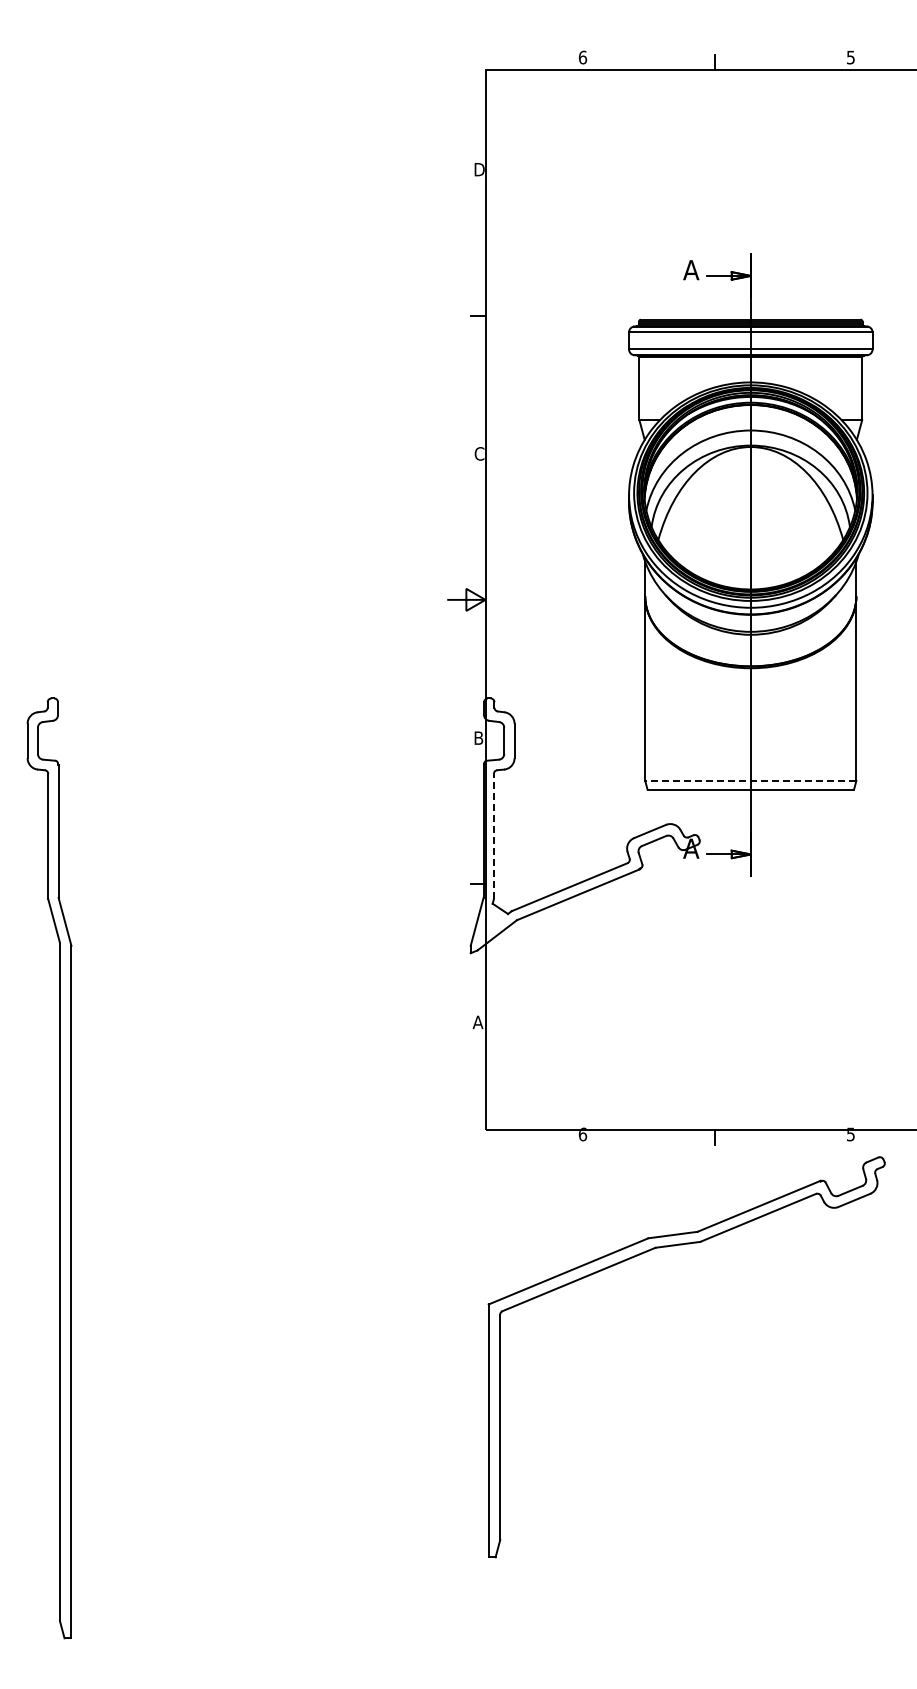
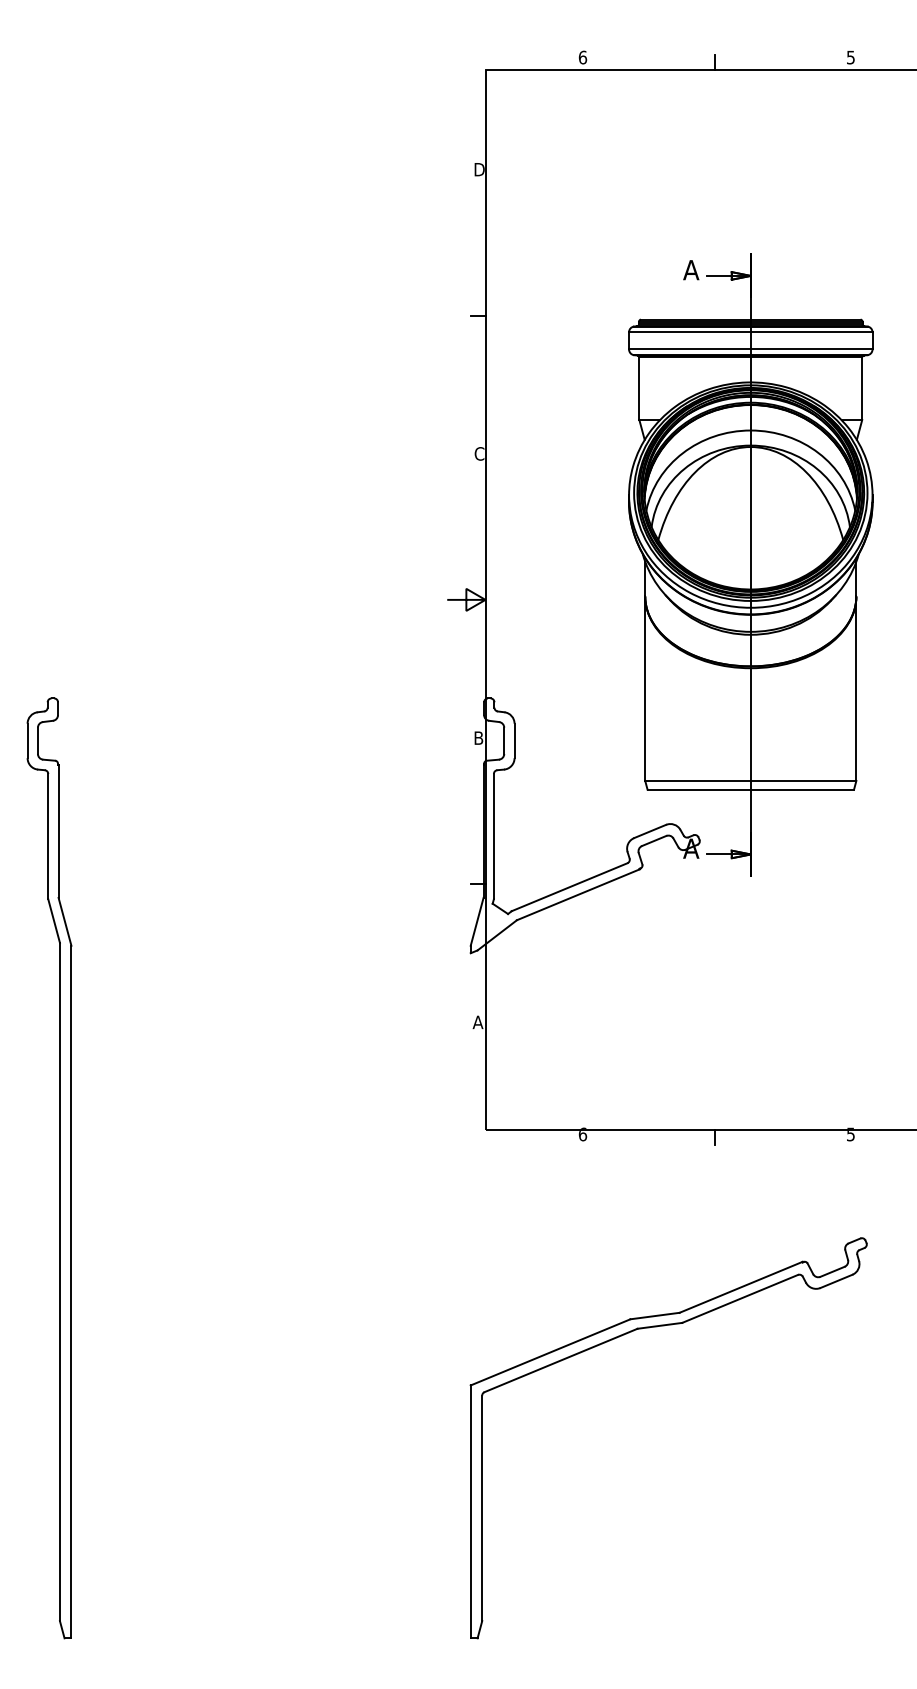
line at (750, 780): dashed -> solid
line at (493, 836): dashed -> solid
part at (675, 1246) position: (675, 1246) -> (657, 1327)
